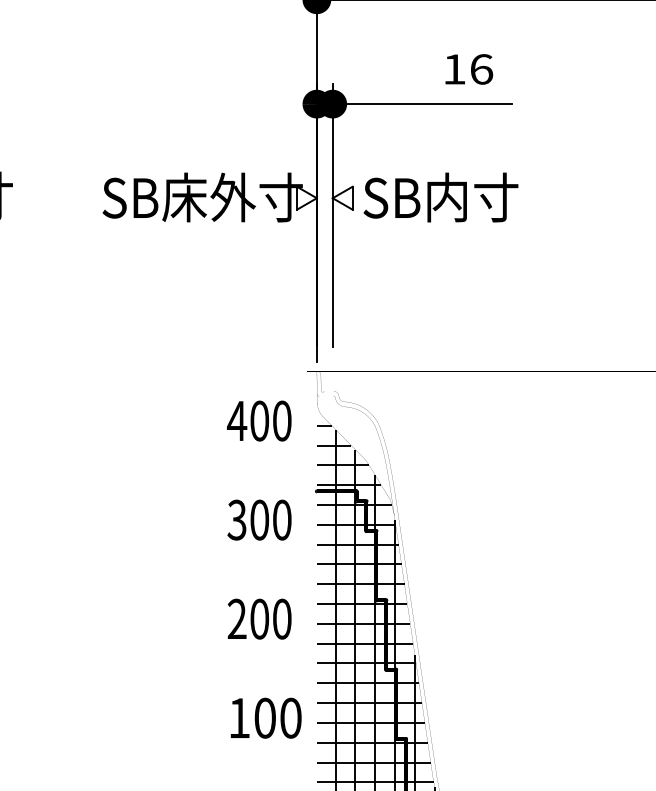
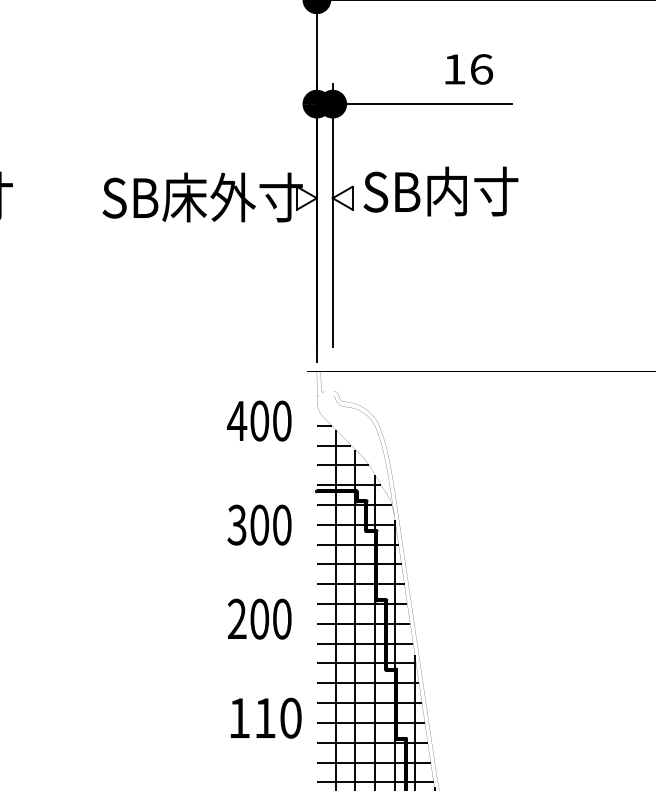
text at (440, 197) position: (440, 197) -> (440, 191)
text at (259, 519) position: (259, 519) -> (259, 524)
text at (264, 717): 100 -> 110
